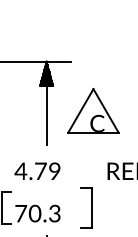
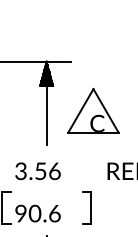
text at (37, 171): 4.79 -> 3.56
part at (86, 207) size: 13x42 px -> 10x34 px
text at (37, 213): 70.3 -> 90.6
